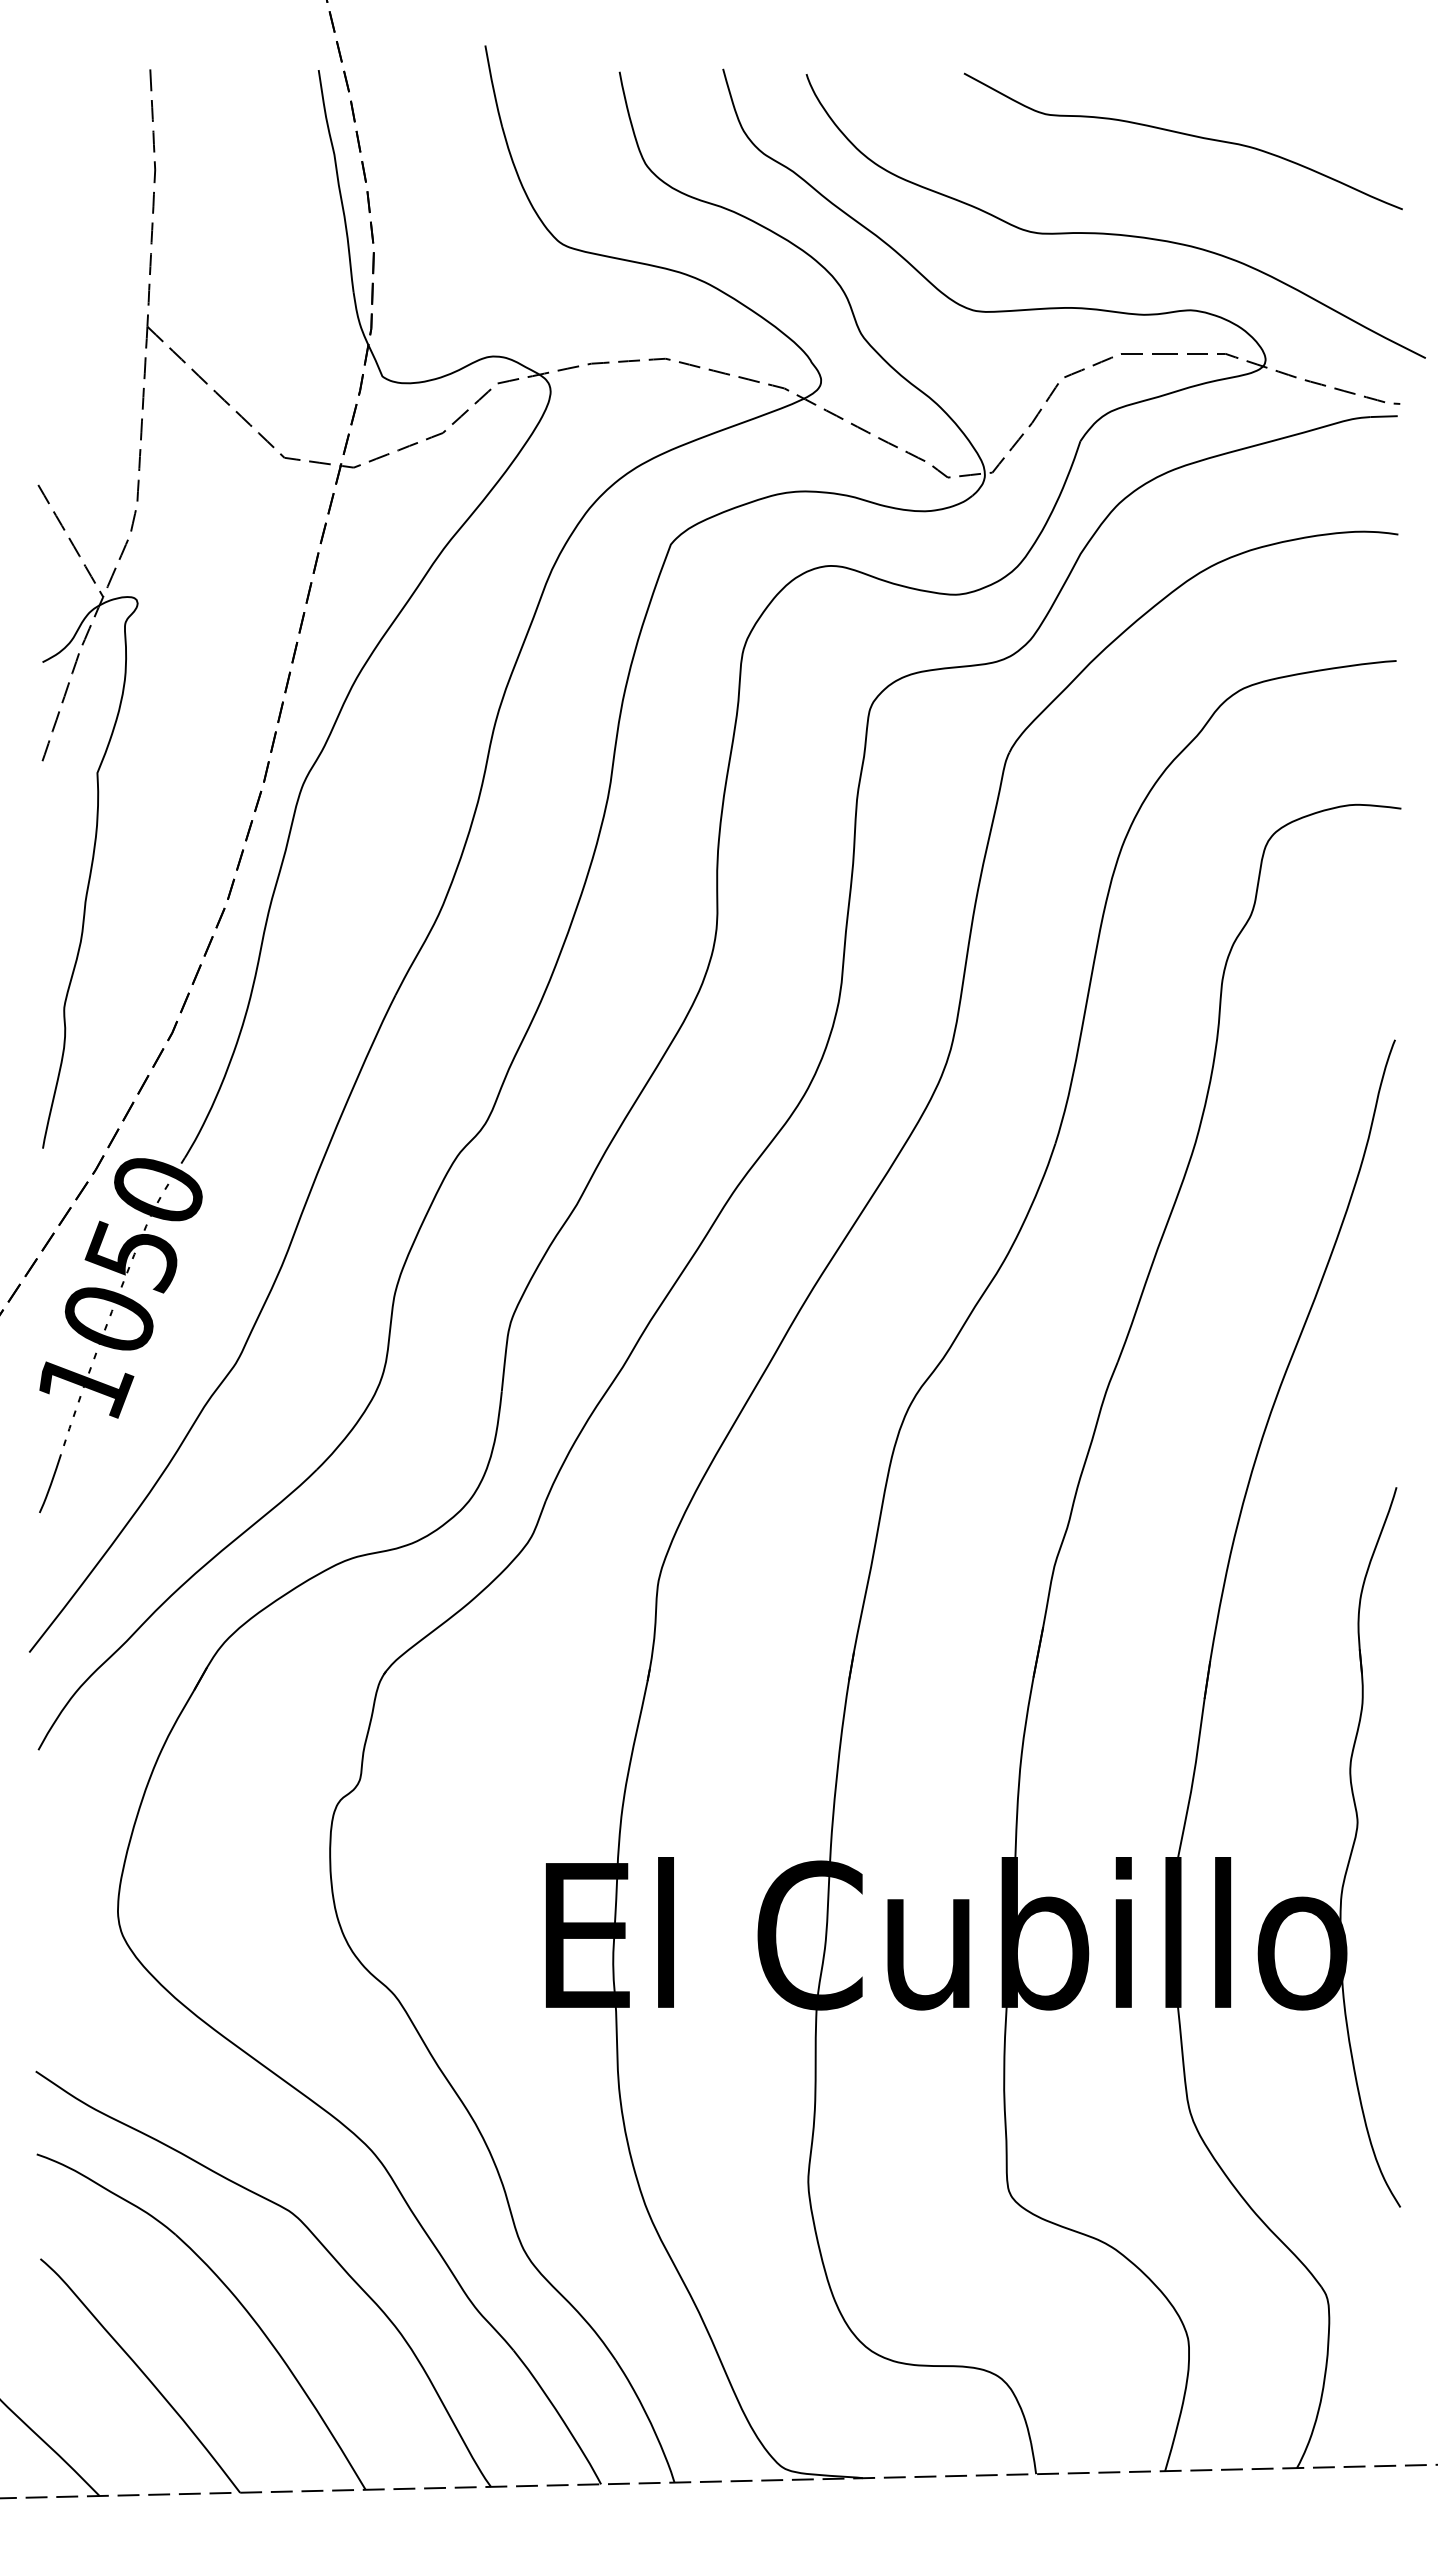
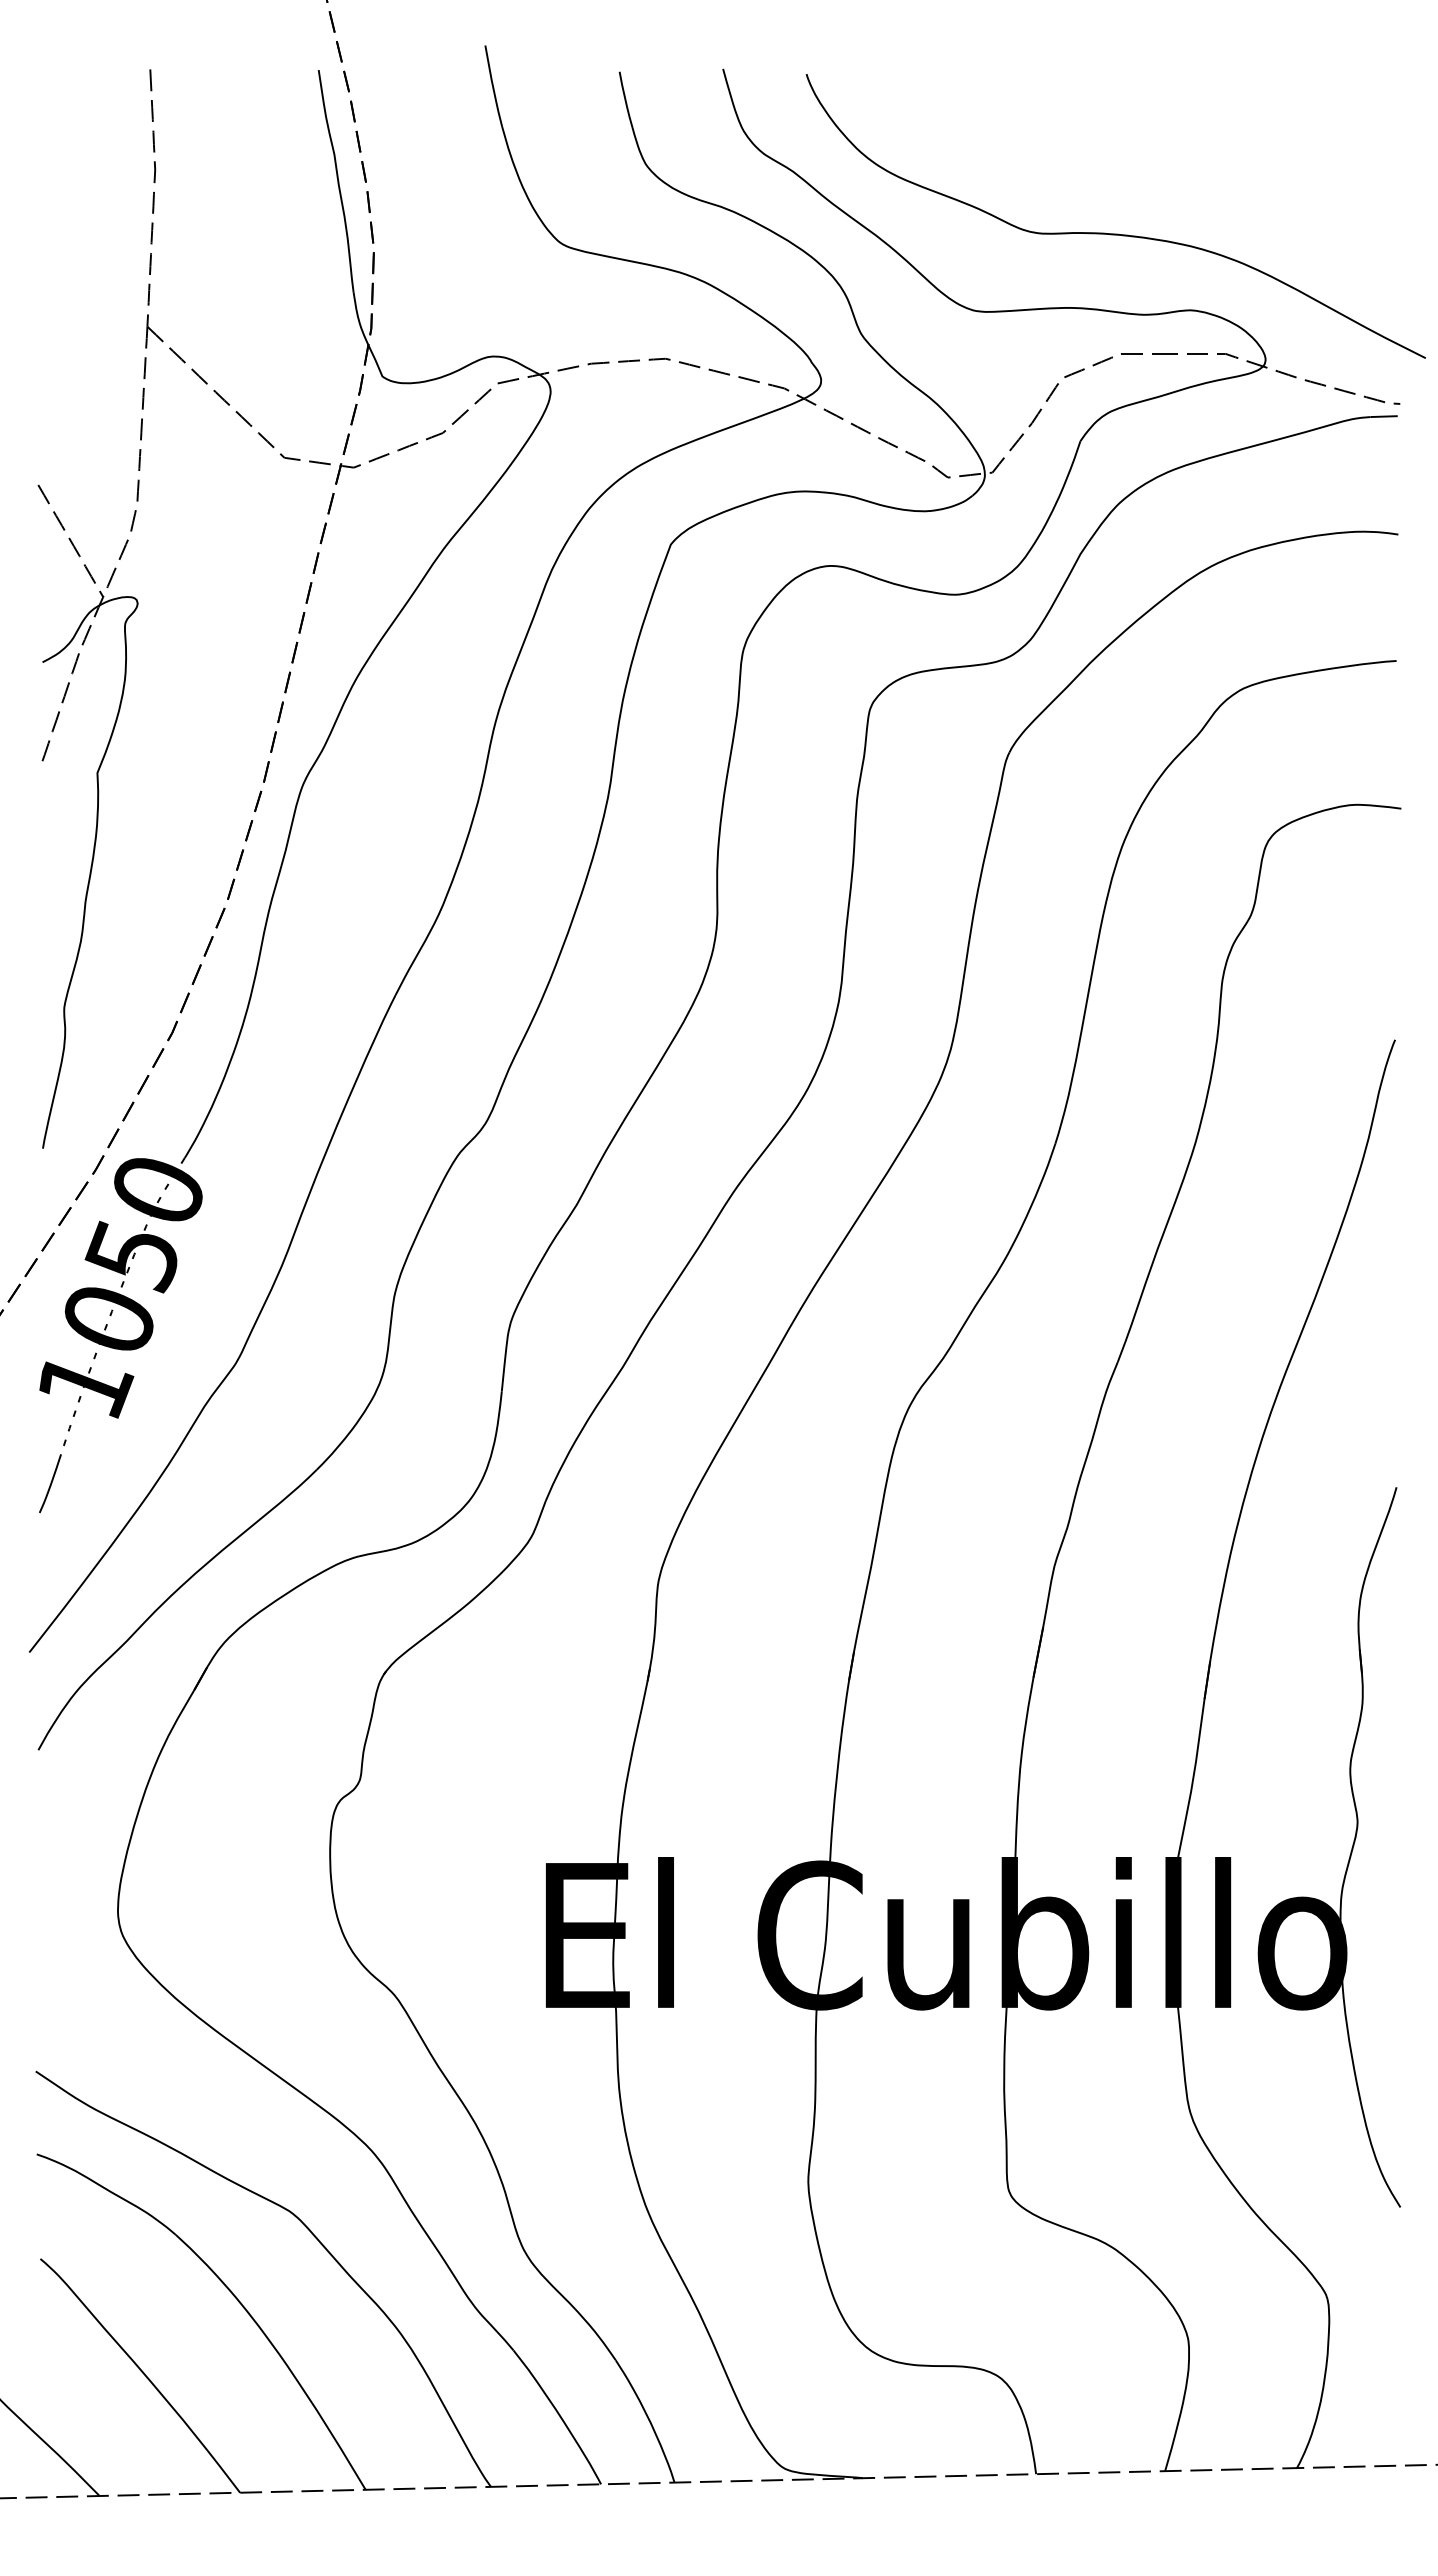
curve at (1185, 135): present -> none
